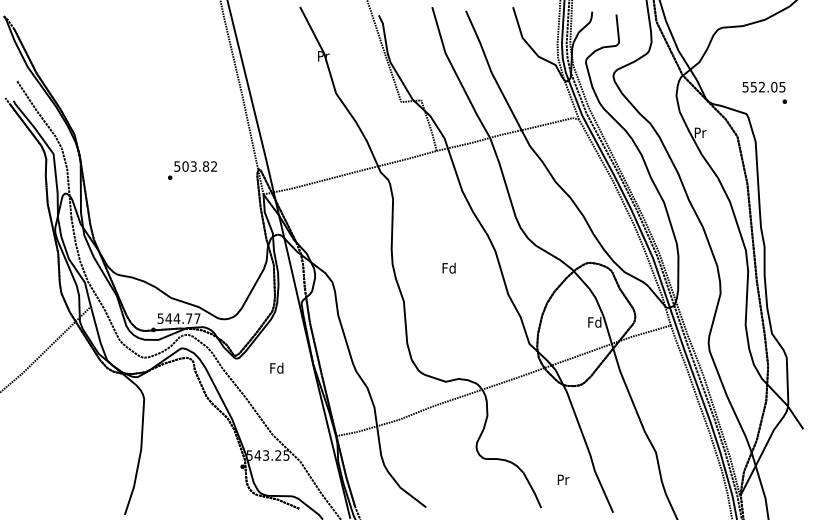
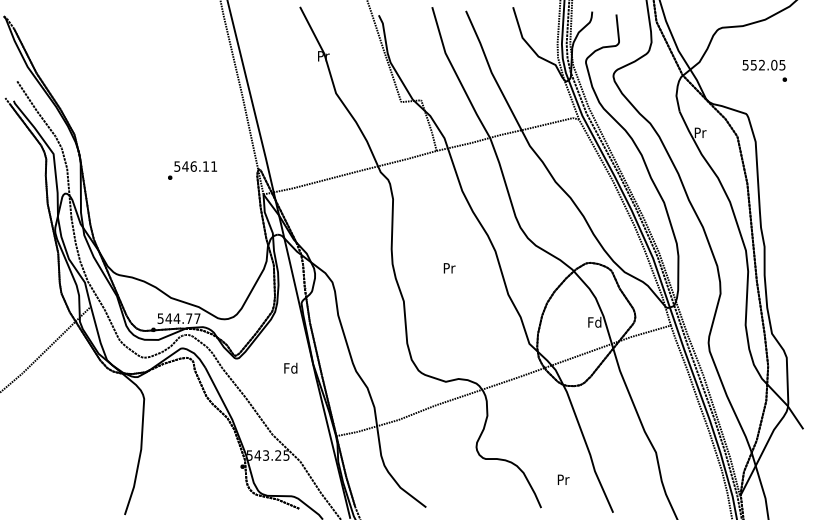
text at (764, 92) position: (764, 92) -> (764, 70)
text at (199, 166): 503.82 -> 546.11
text at (448, 267): Fd -> Pr
text at (276, 367) position: (276, 367) -> (290, 367)
